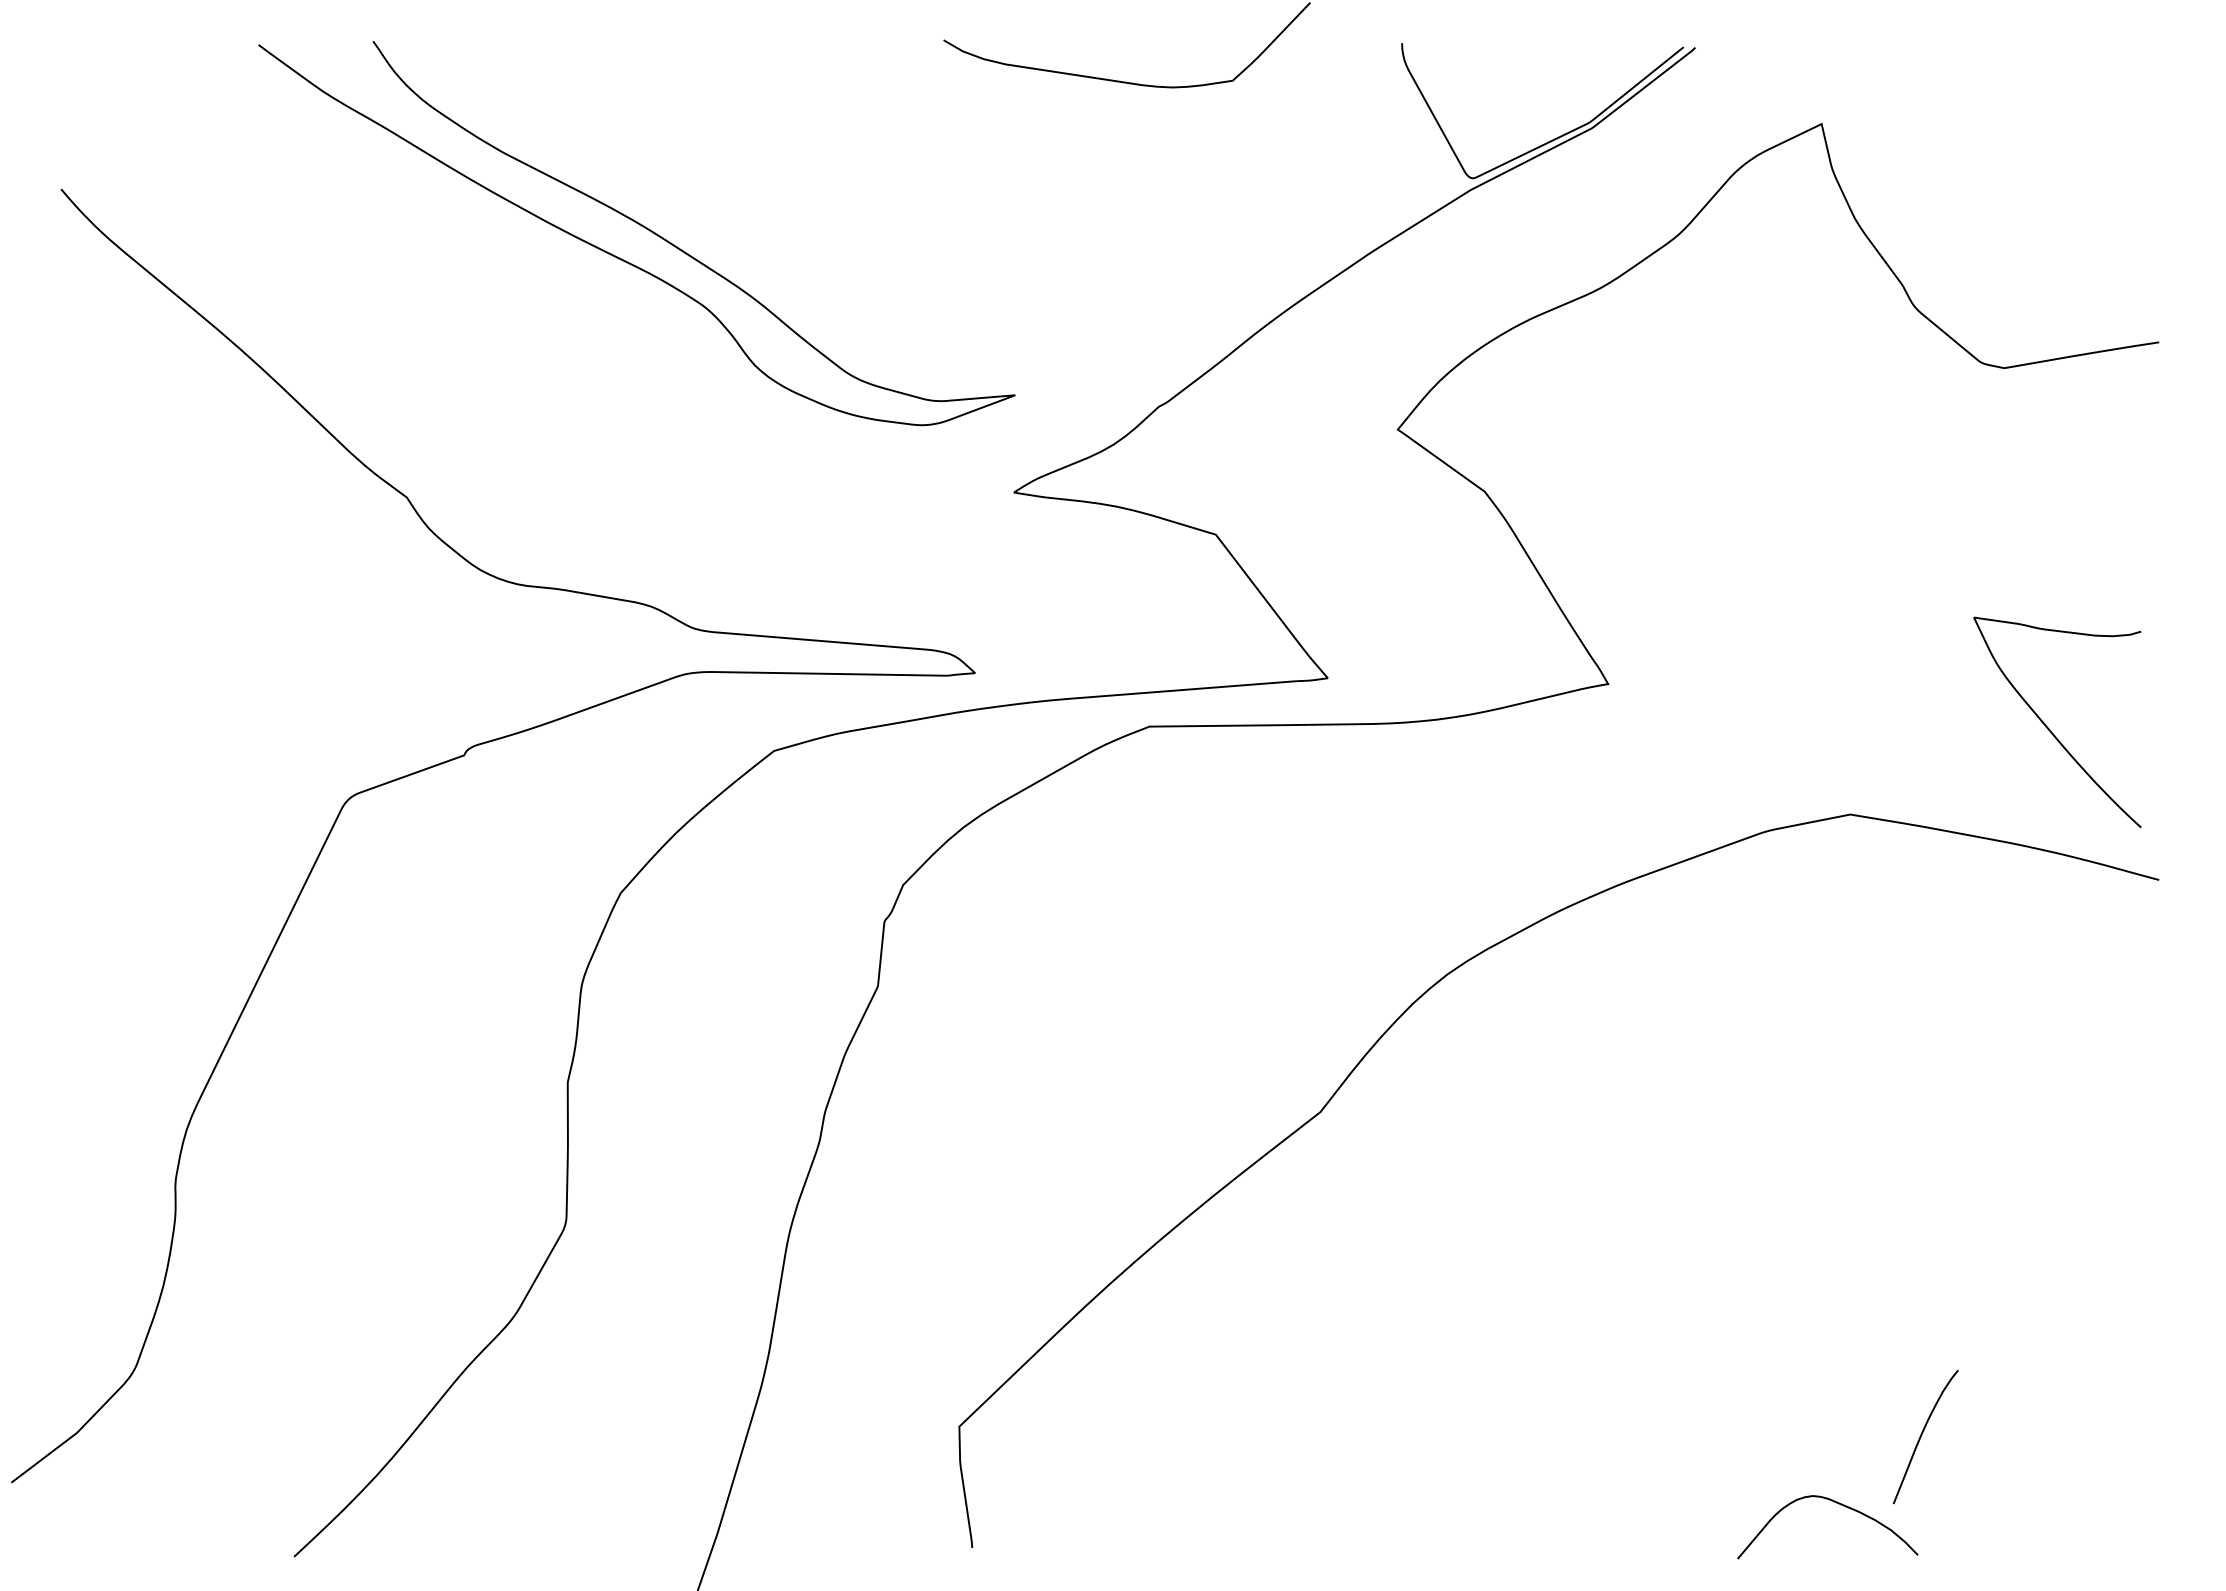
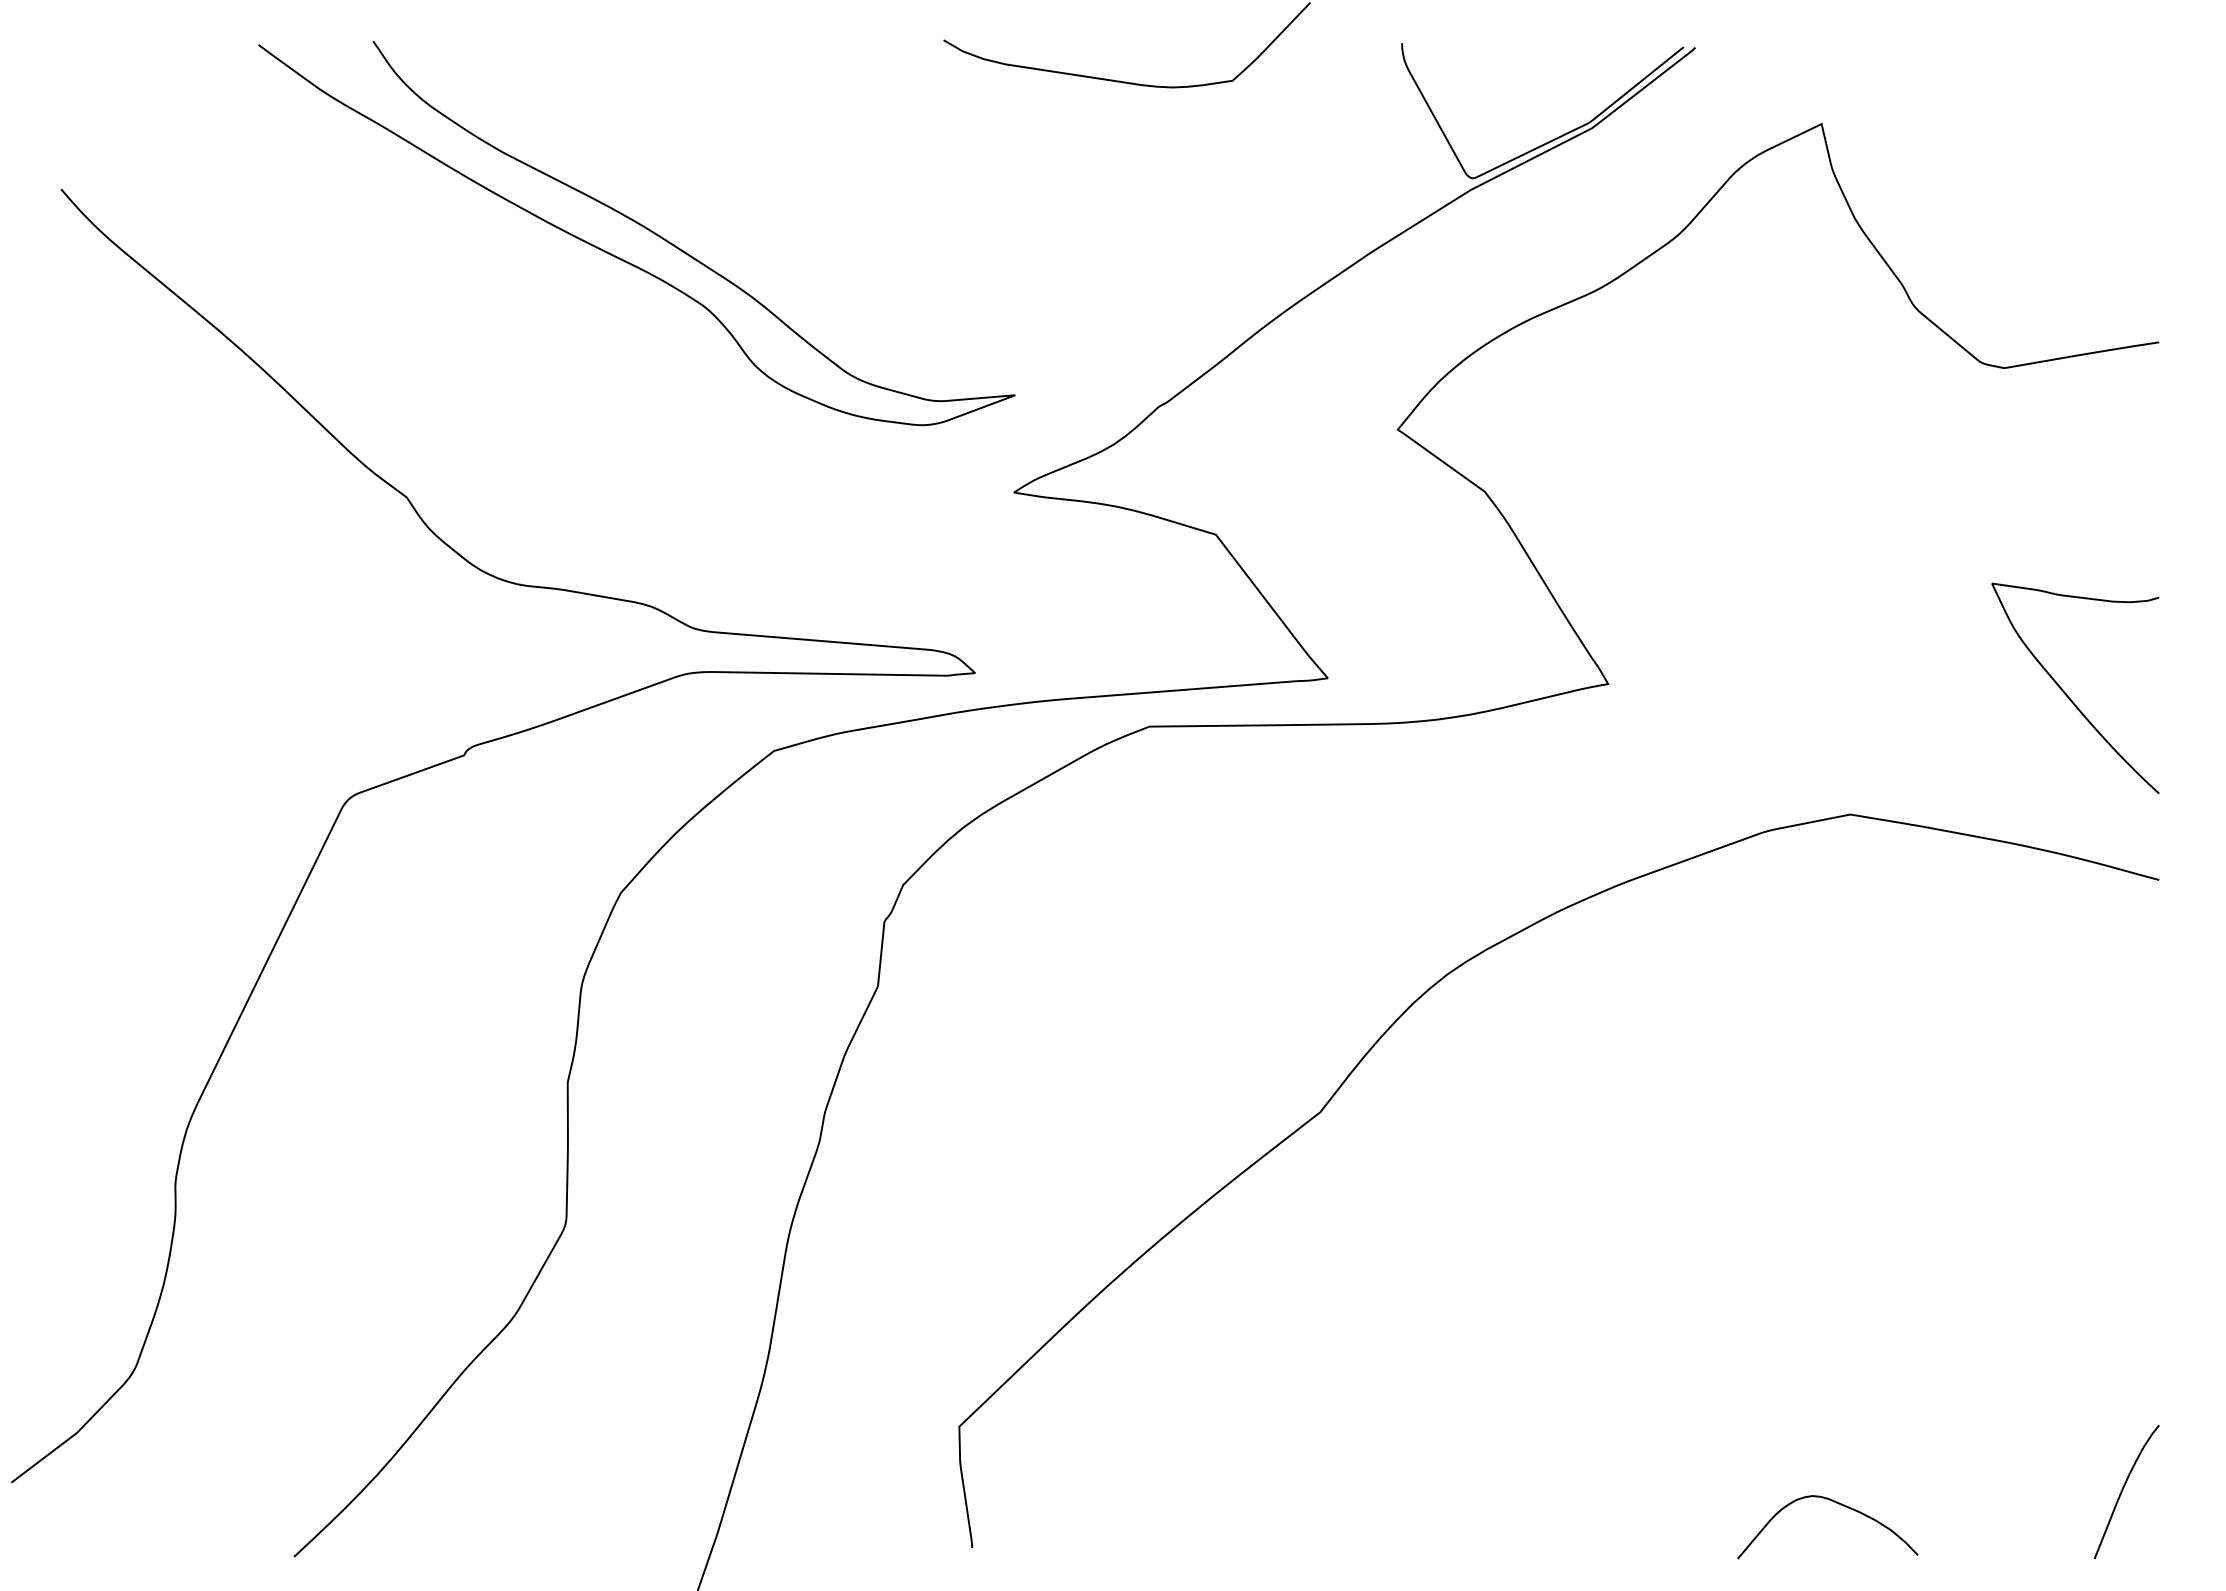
curve at (2050, 729) position: (2050, 729) -> (2068, 695)
curve at (1922, 1435) position: (1922, 1435) -> (2123, 1490)
